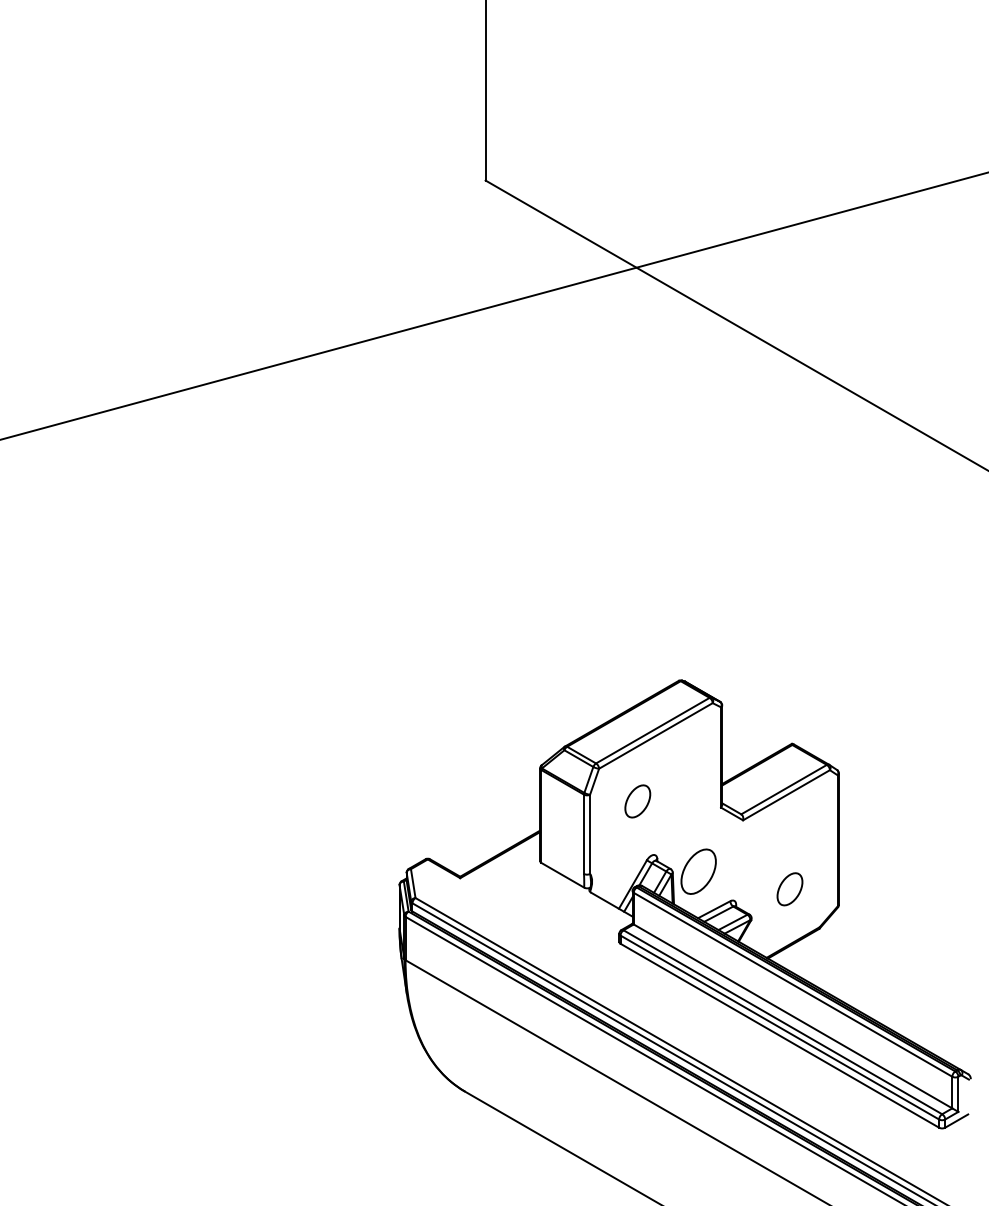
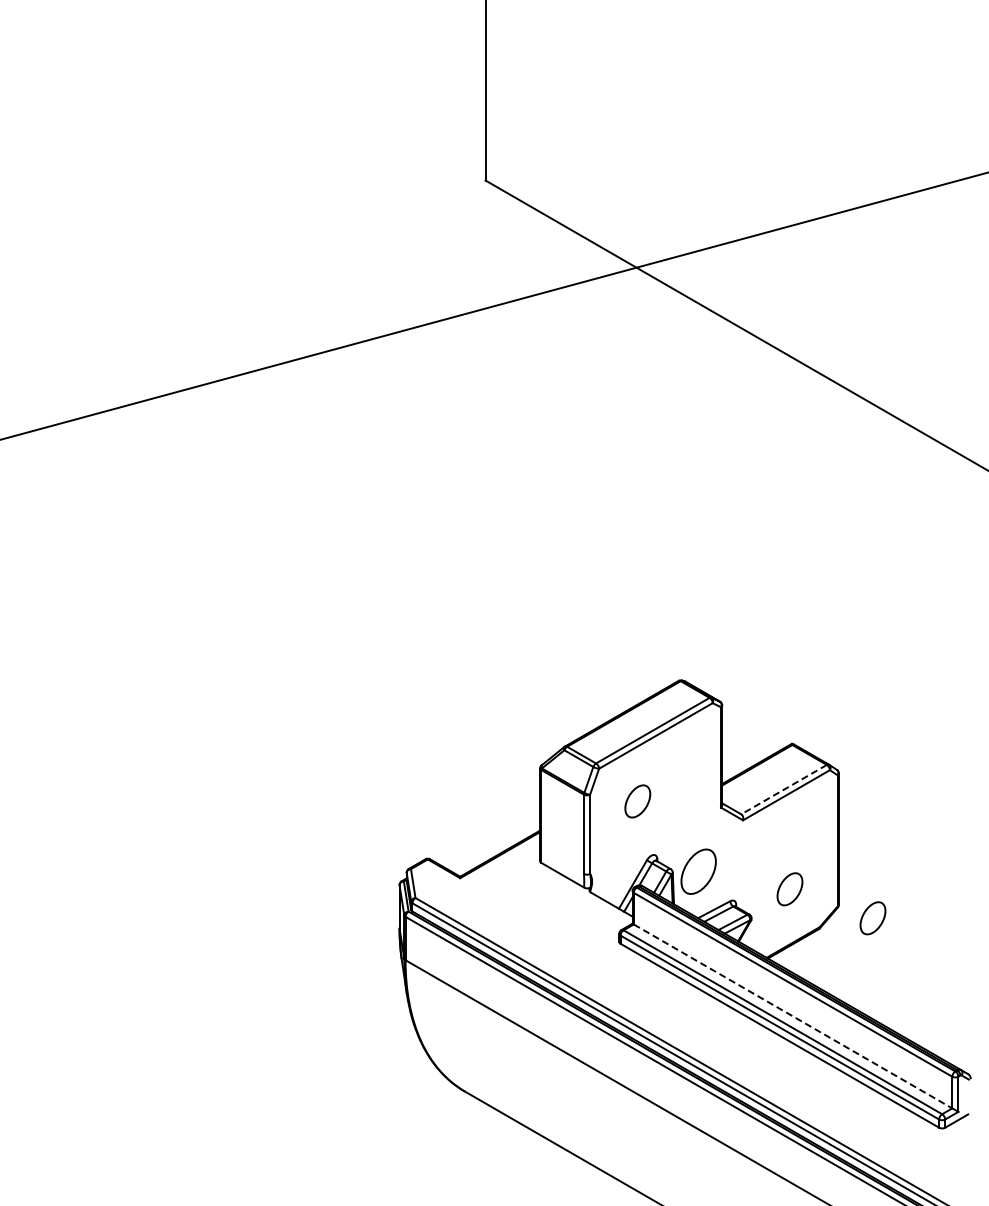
line at (783, 789): solid -> dashed
part at (872, 918): none -> present
line at (793, 1016): solid -> dashed
